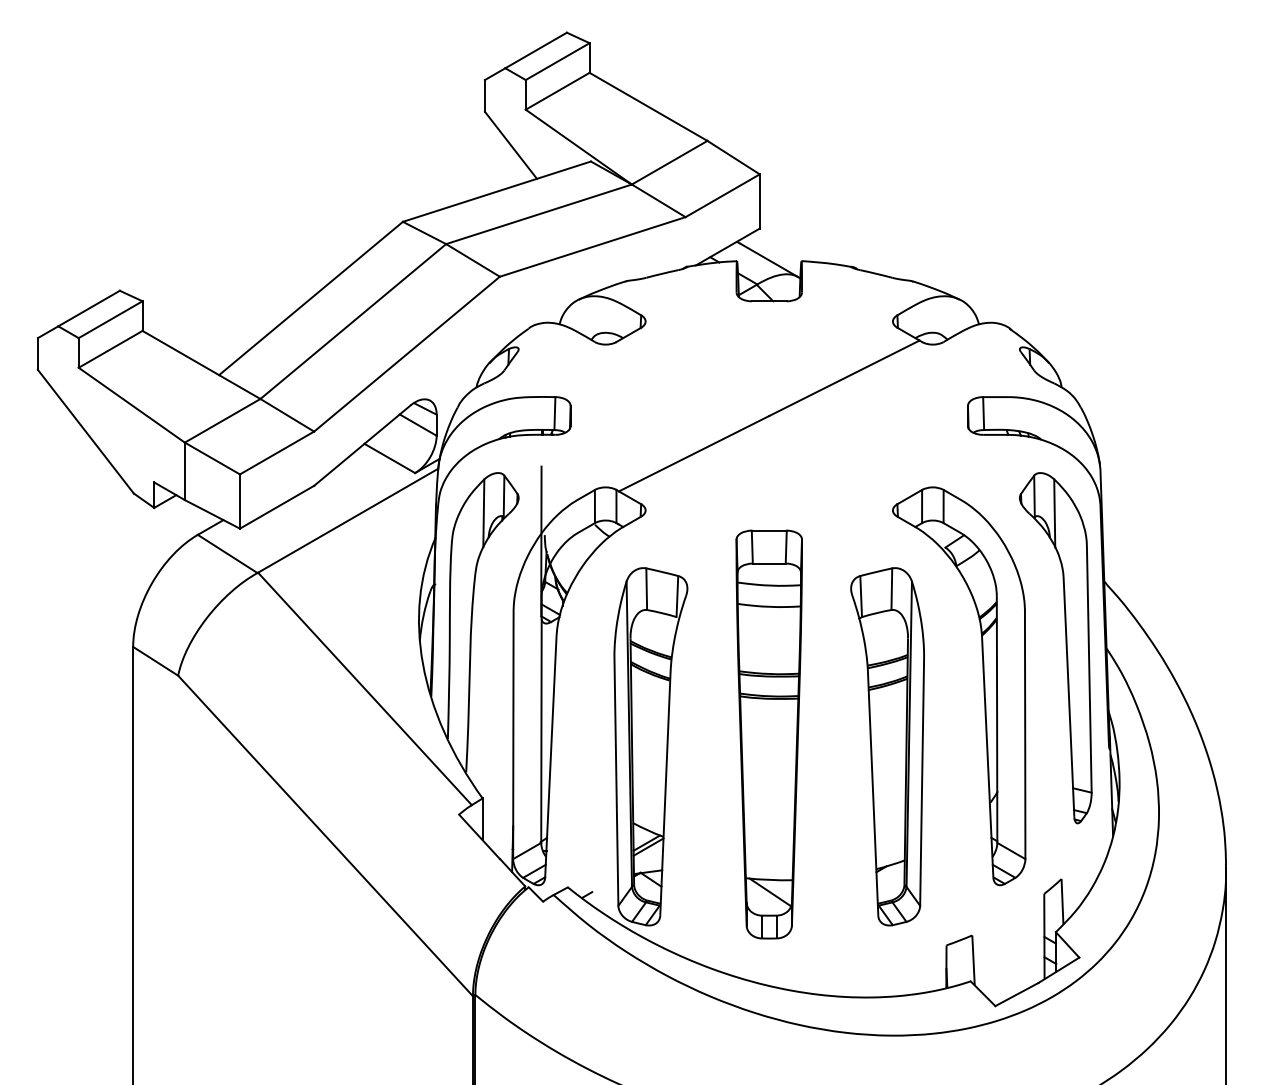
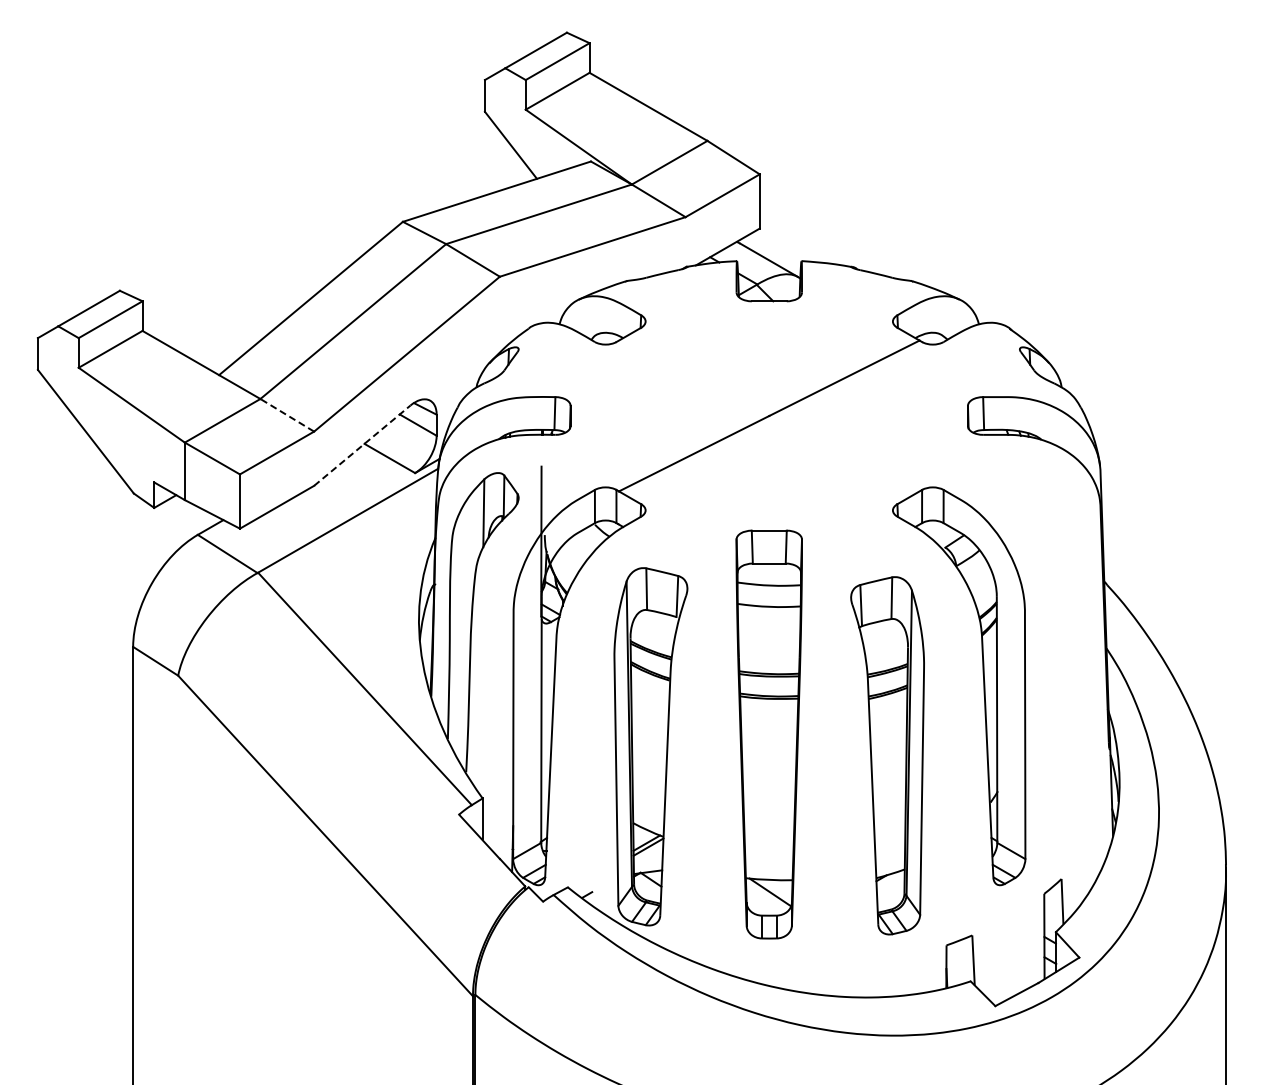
line at (286, 415): solid -> dashed
line at (362, 445): solid -> dashed
part at (1065, 648): present -> none
part at (887, 746) position: (887, 746) -> (887, 755)
